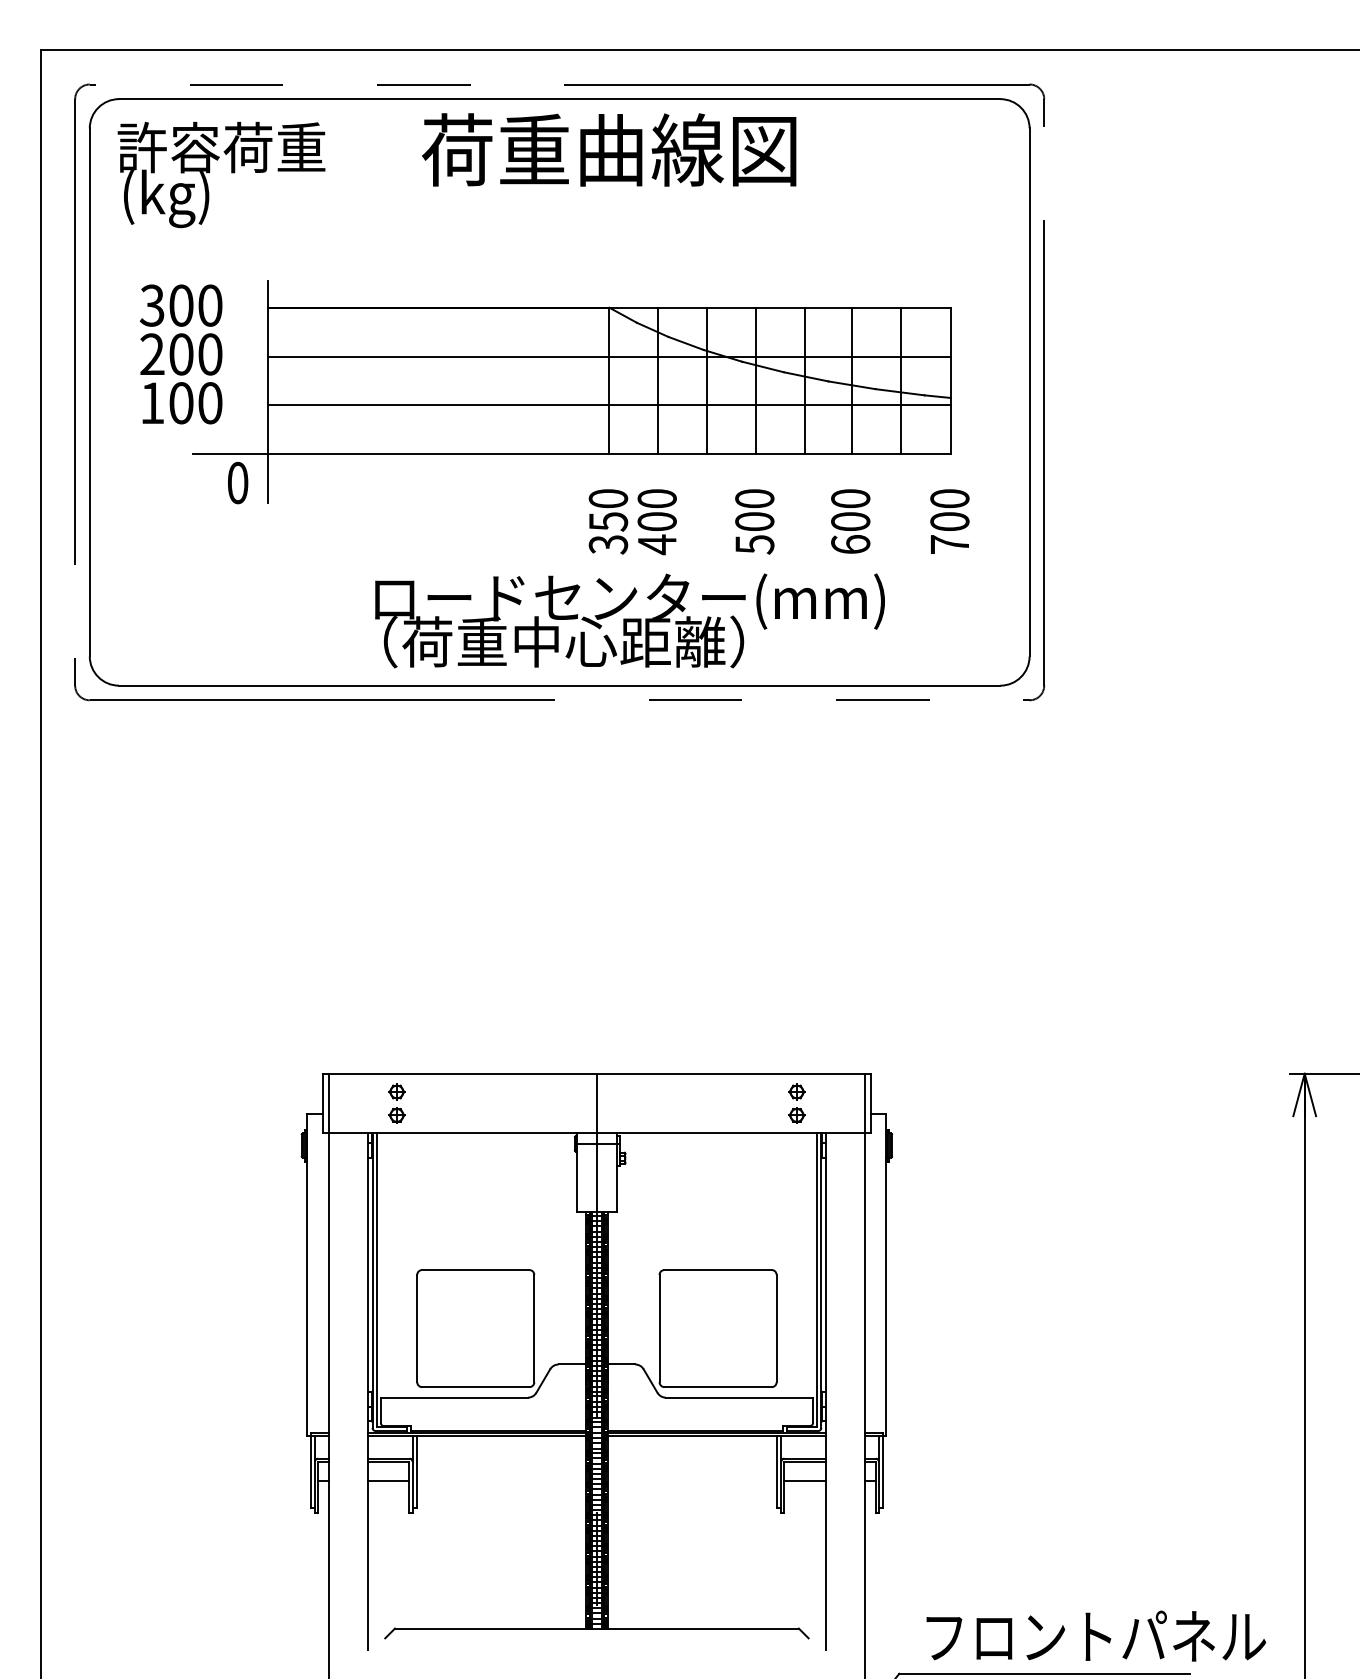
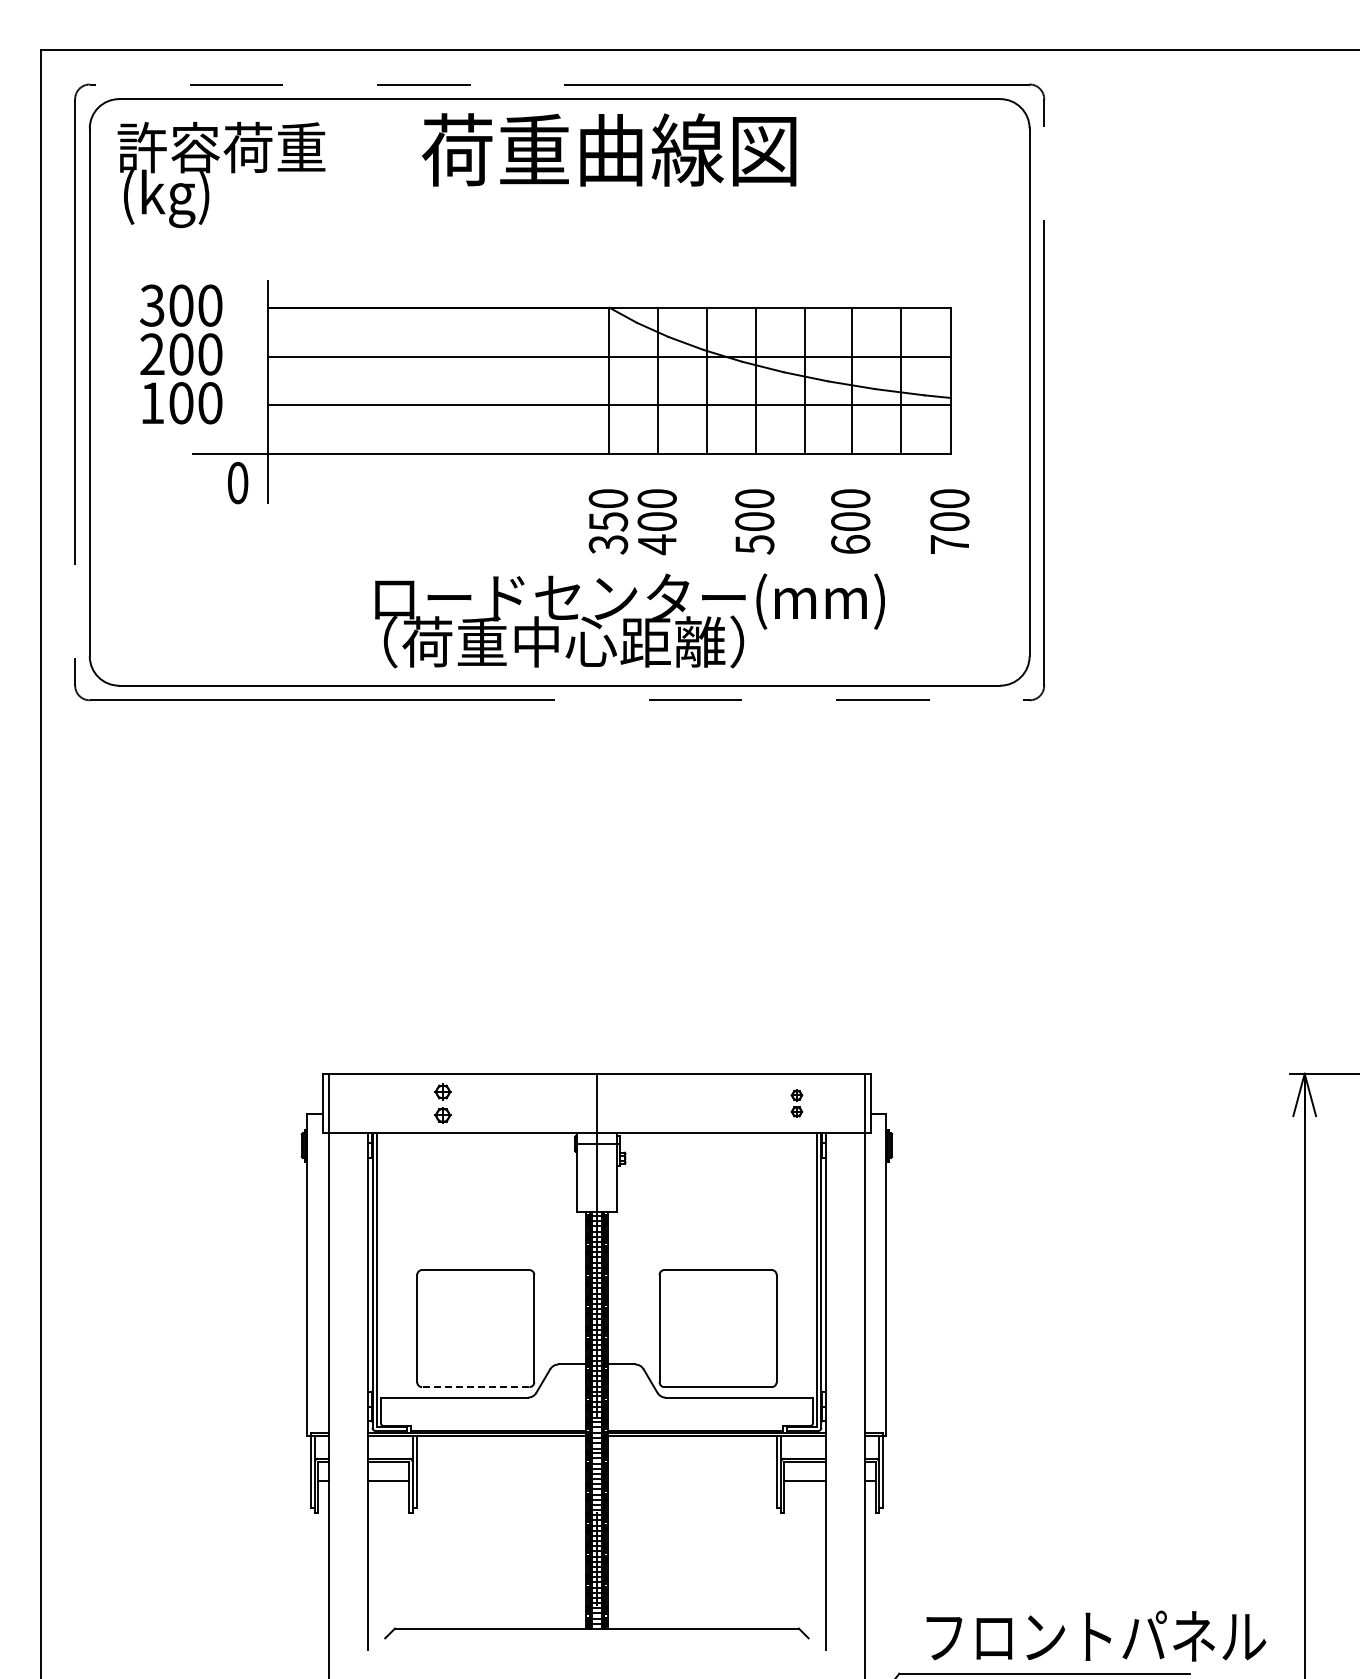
part at (396, 1103) position: (396, 1103) -> (442, 1103)
part at (796, 1103) size: 18x41 px -> 14x29 px
line at (475, 1387): solid -> dashed
